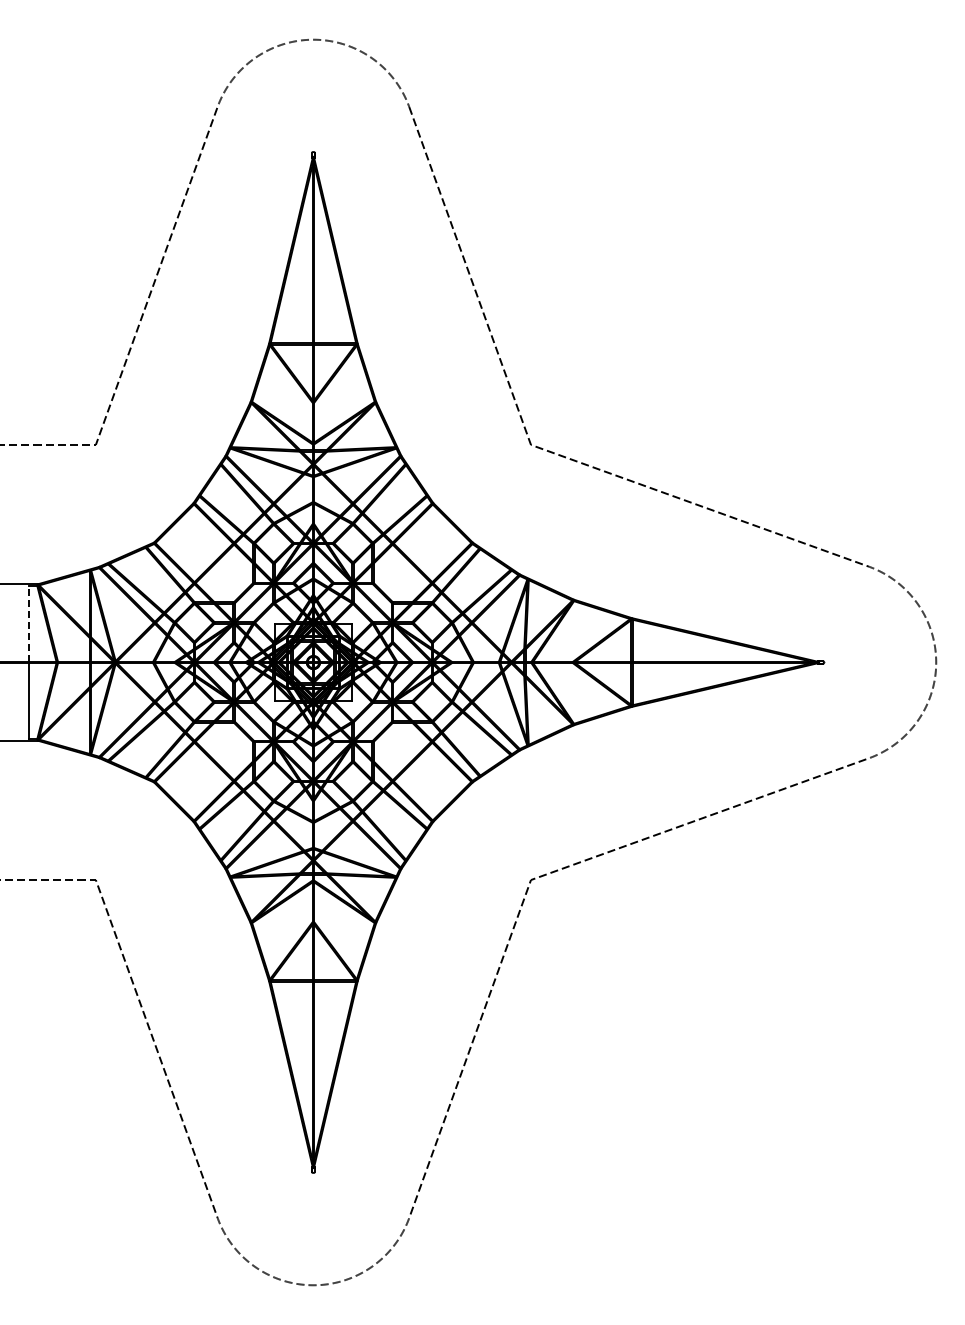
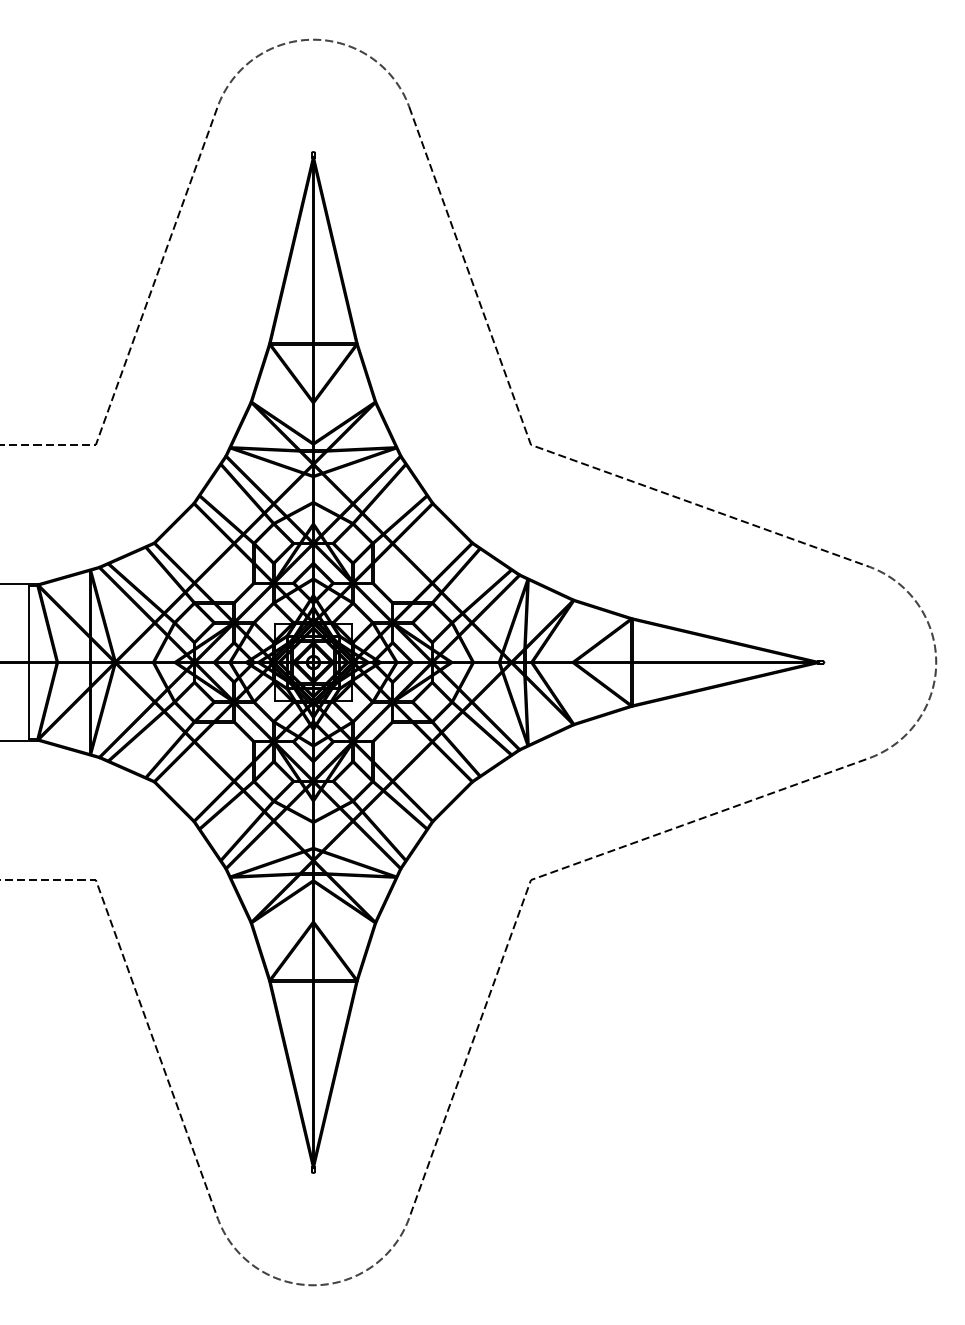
line at (29, 623): dashed -> solid
